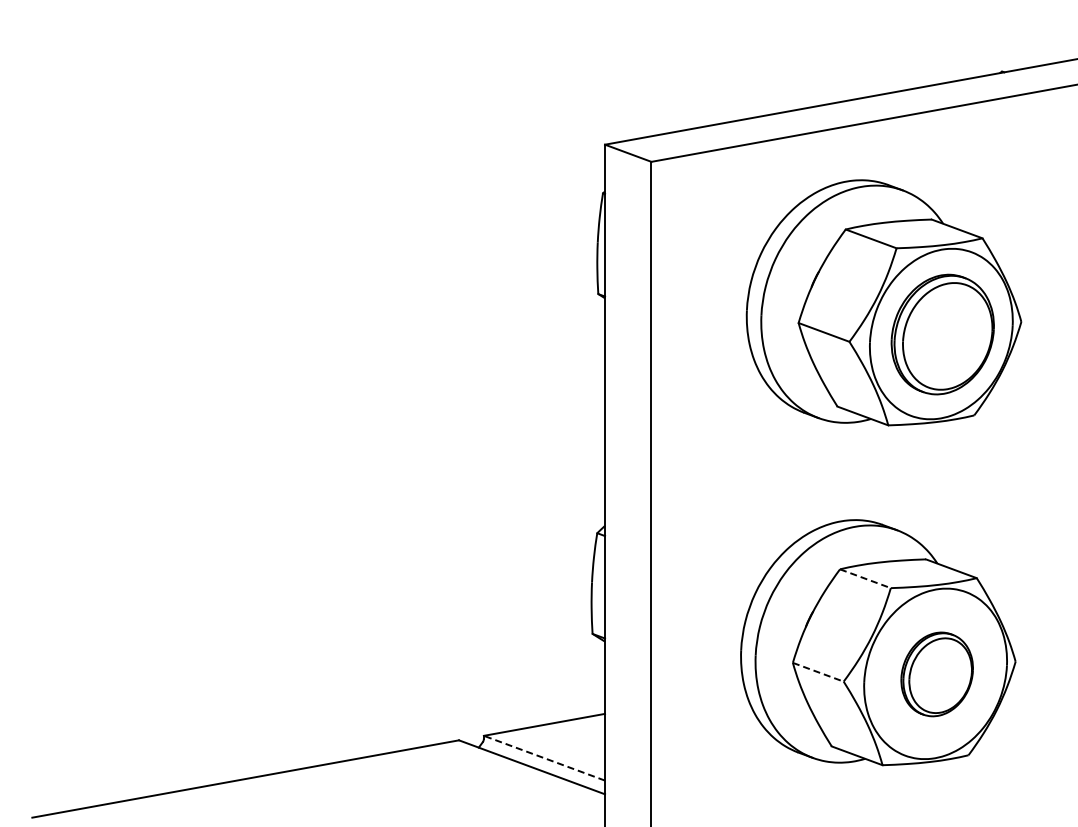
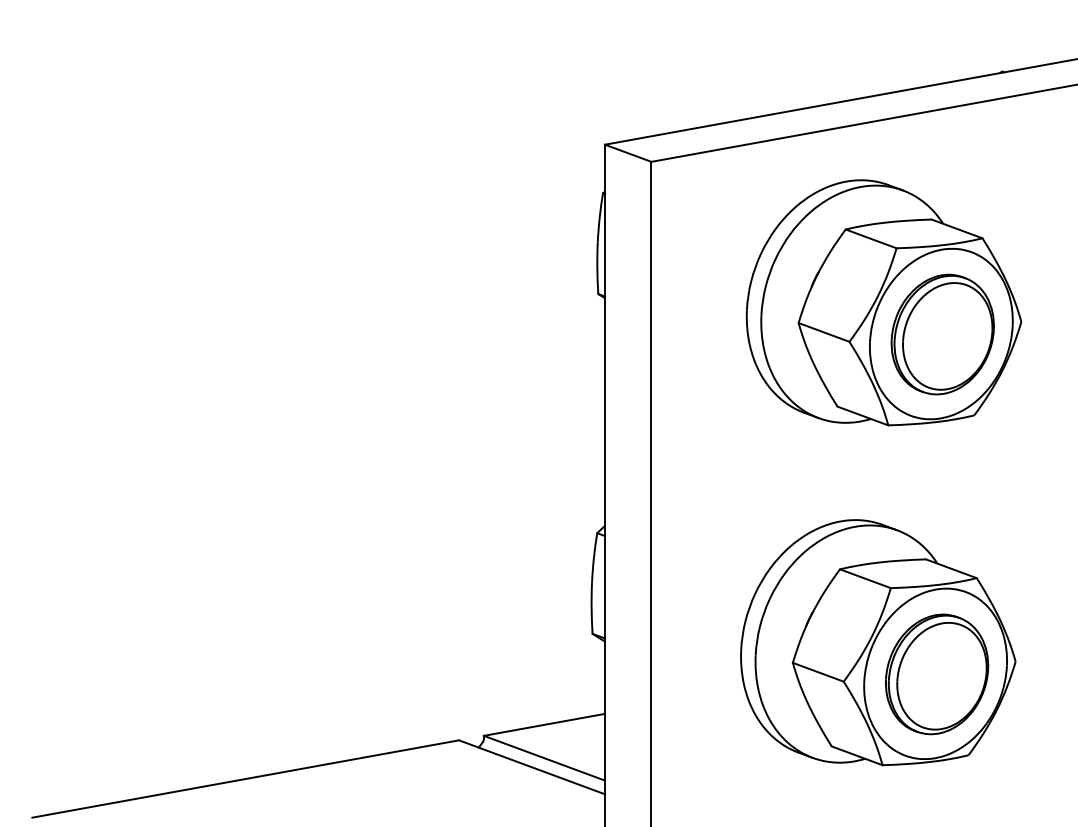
line at (865, 578): dashed -> solid
line at (818, 672): dashed -> solid
part at (936, 674) size: 74x87 px -> 105x123 px
line at (544, 758): dashed -> solid
